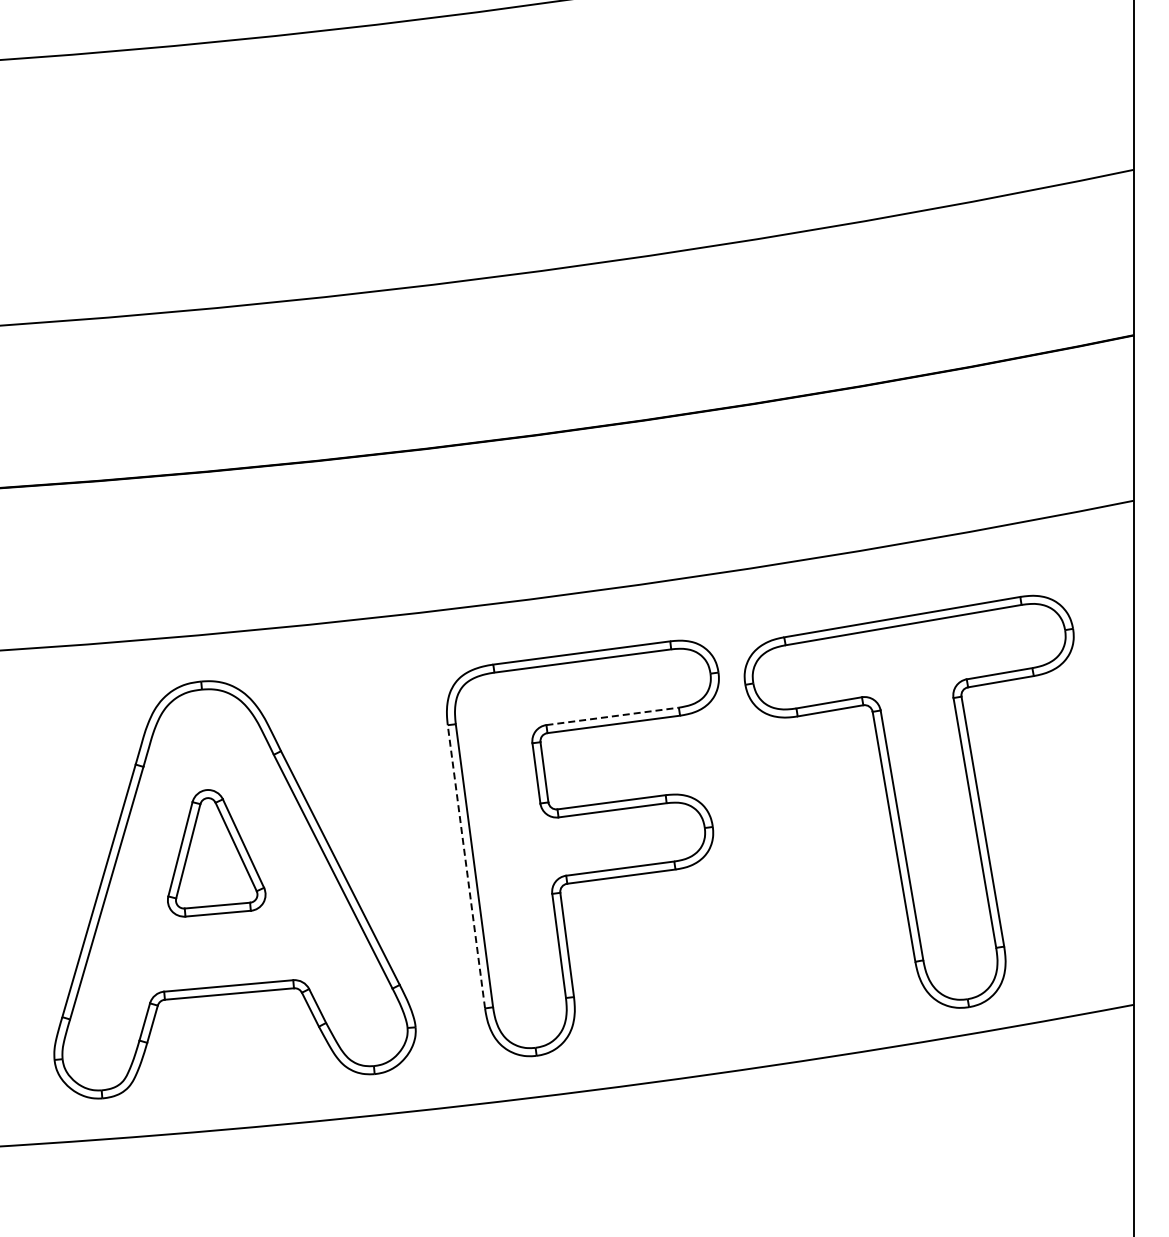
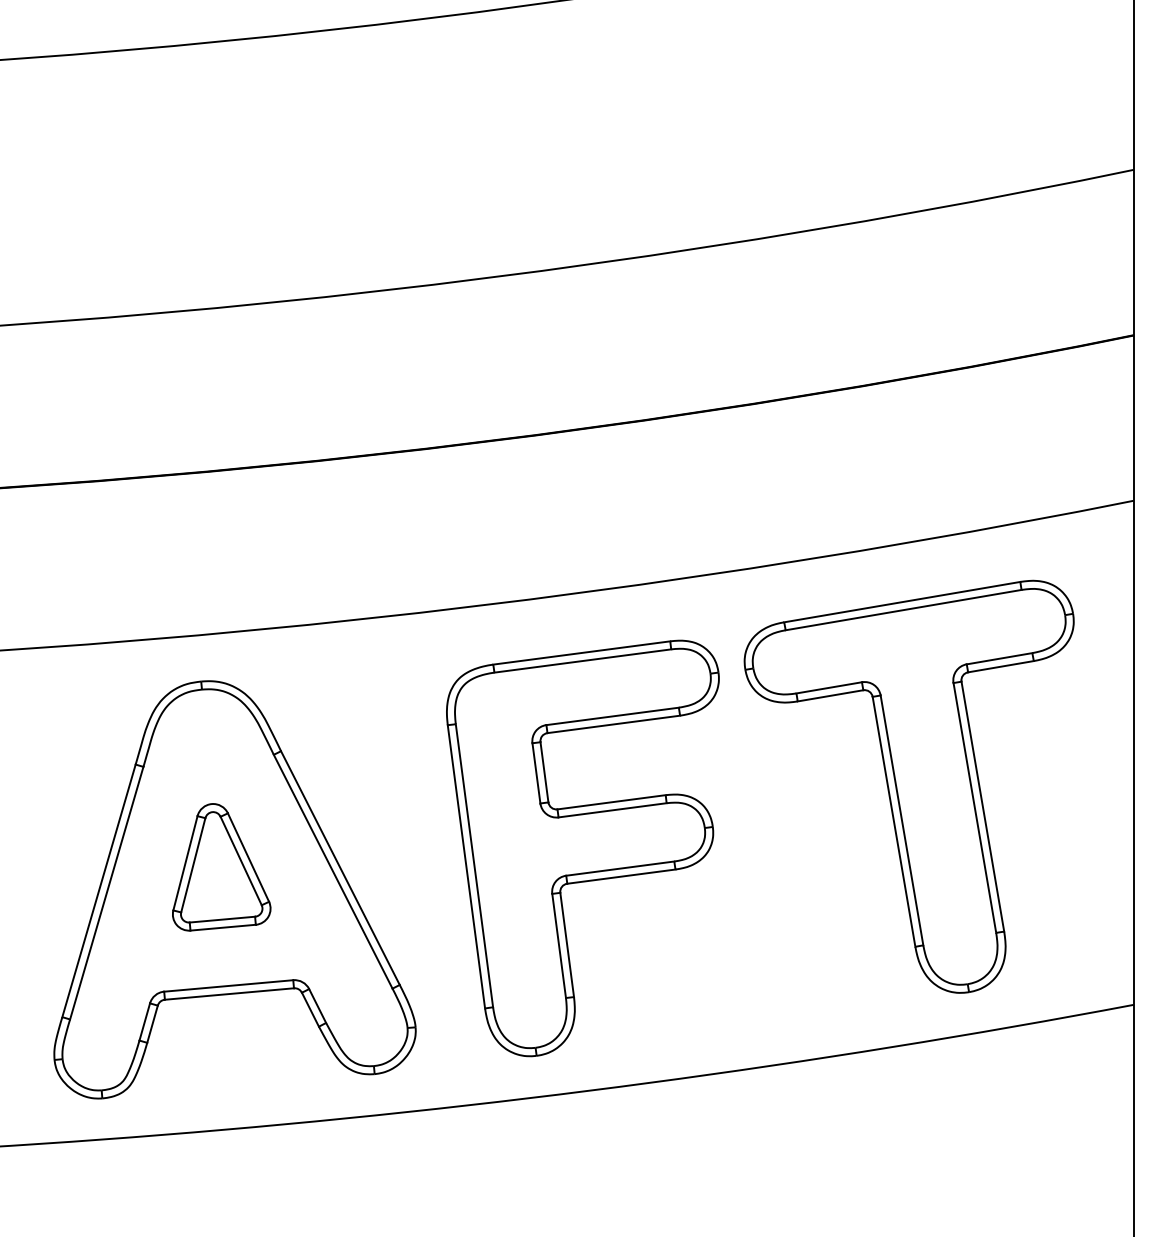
line at (612, 716): dashed -> solid
part at (908, 801) position: (908, 801) -> (908, 786)
part at (216, 853) position: (216, 853) -> (221, 867)
line at (466, 866): dashed -> solid
